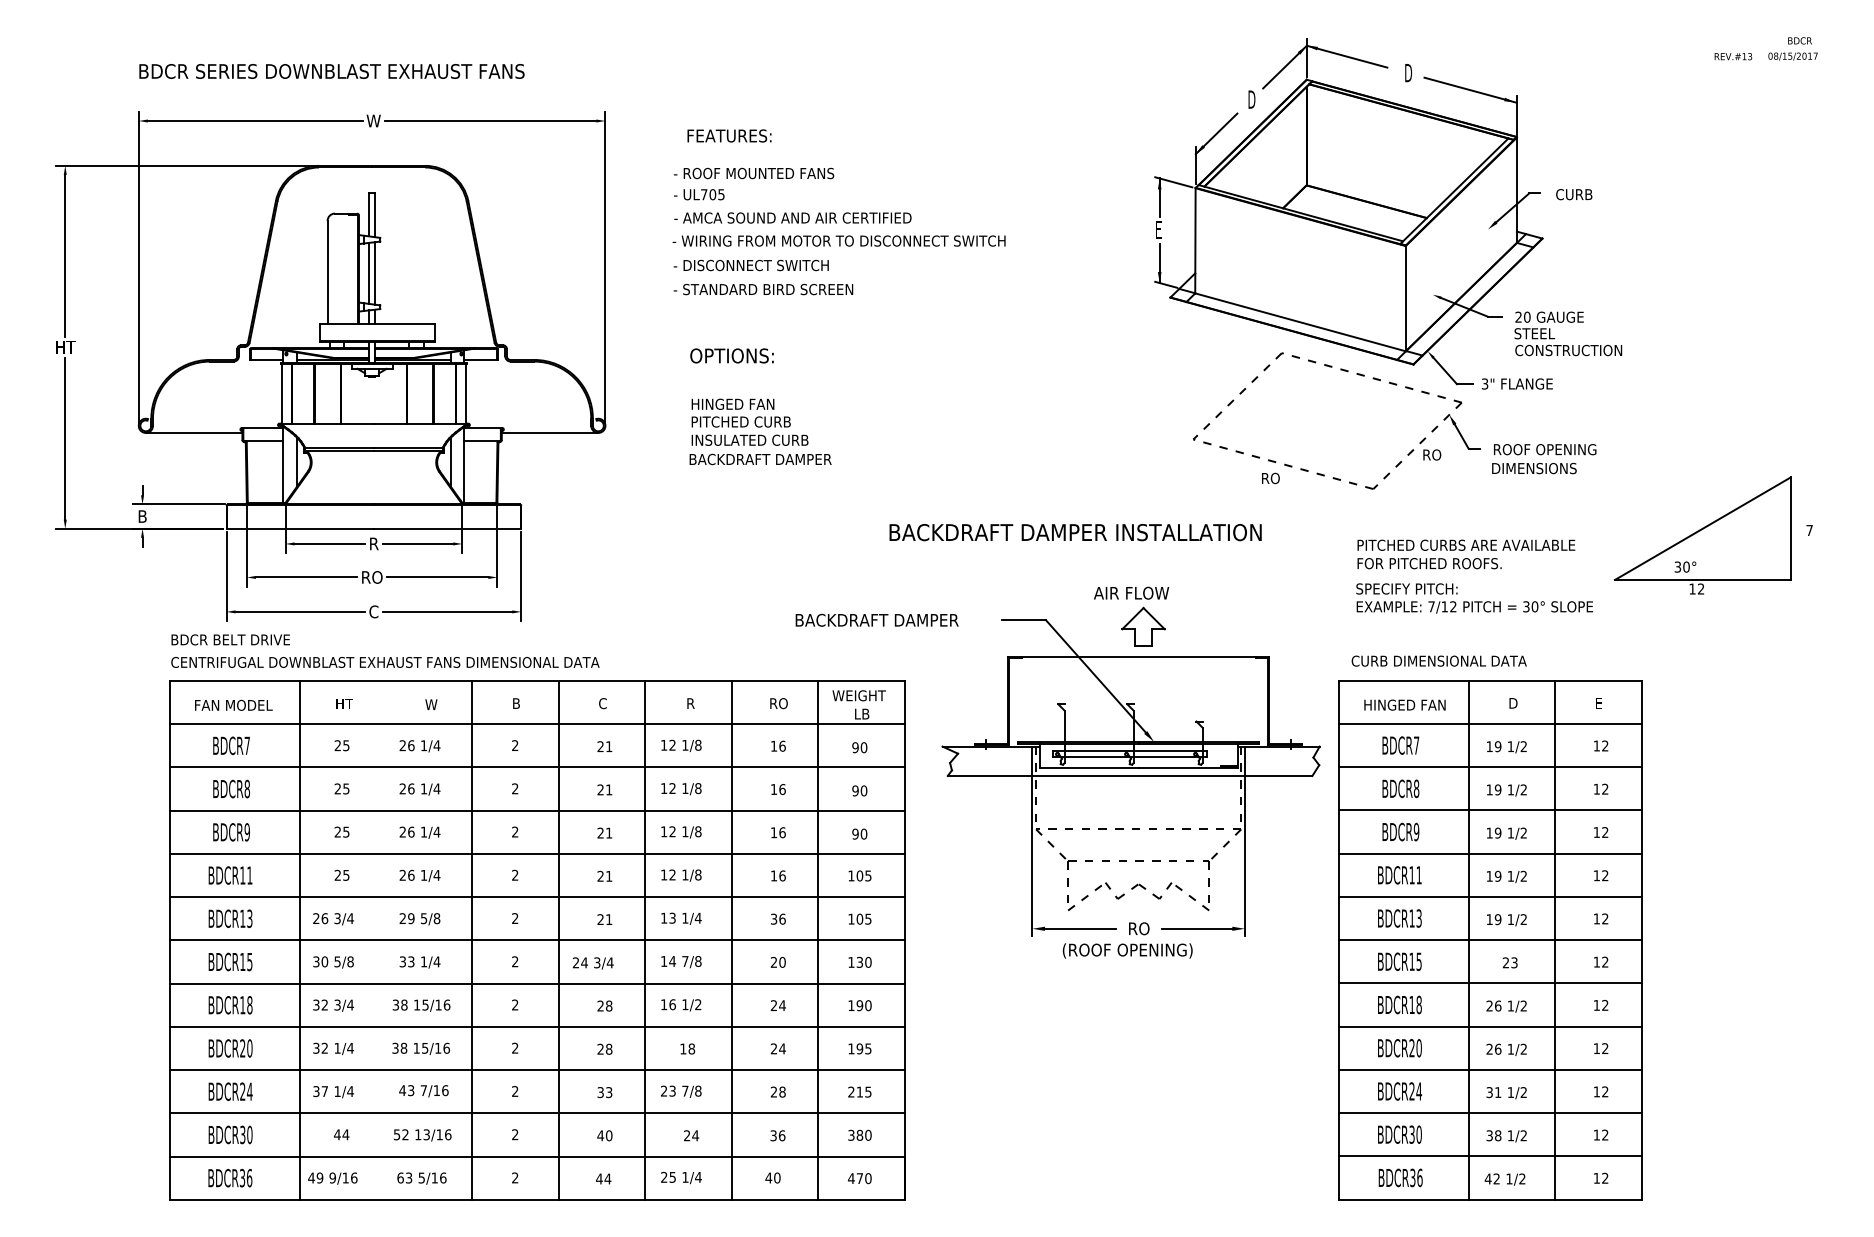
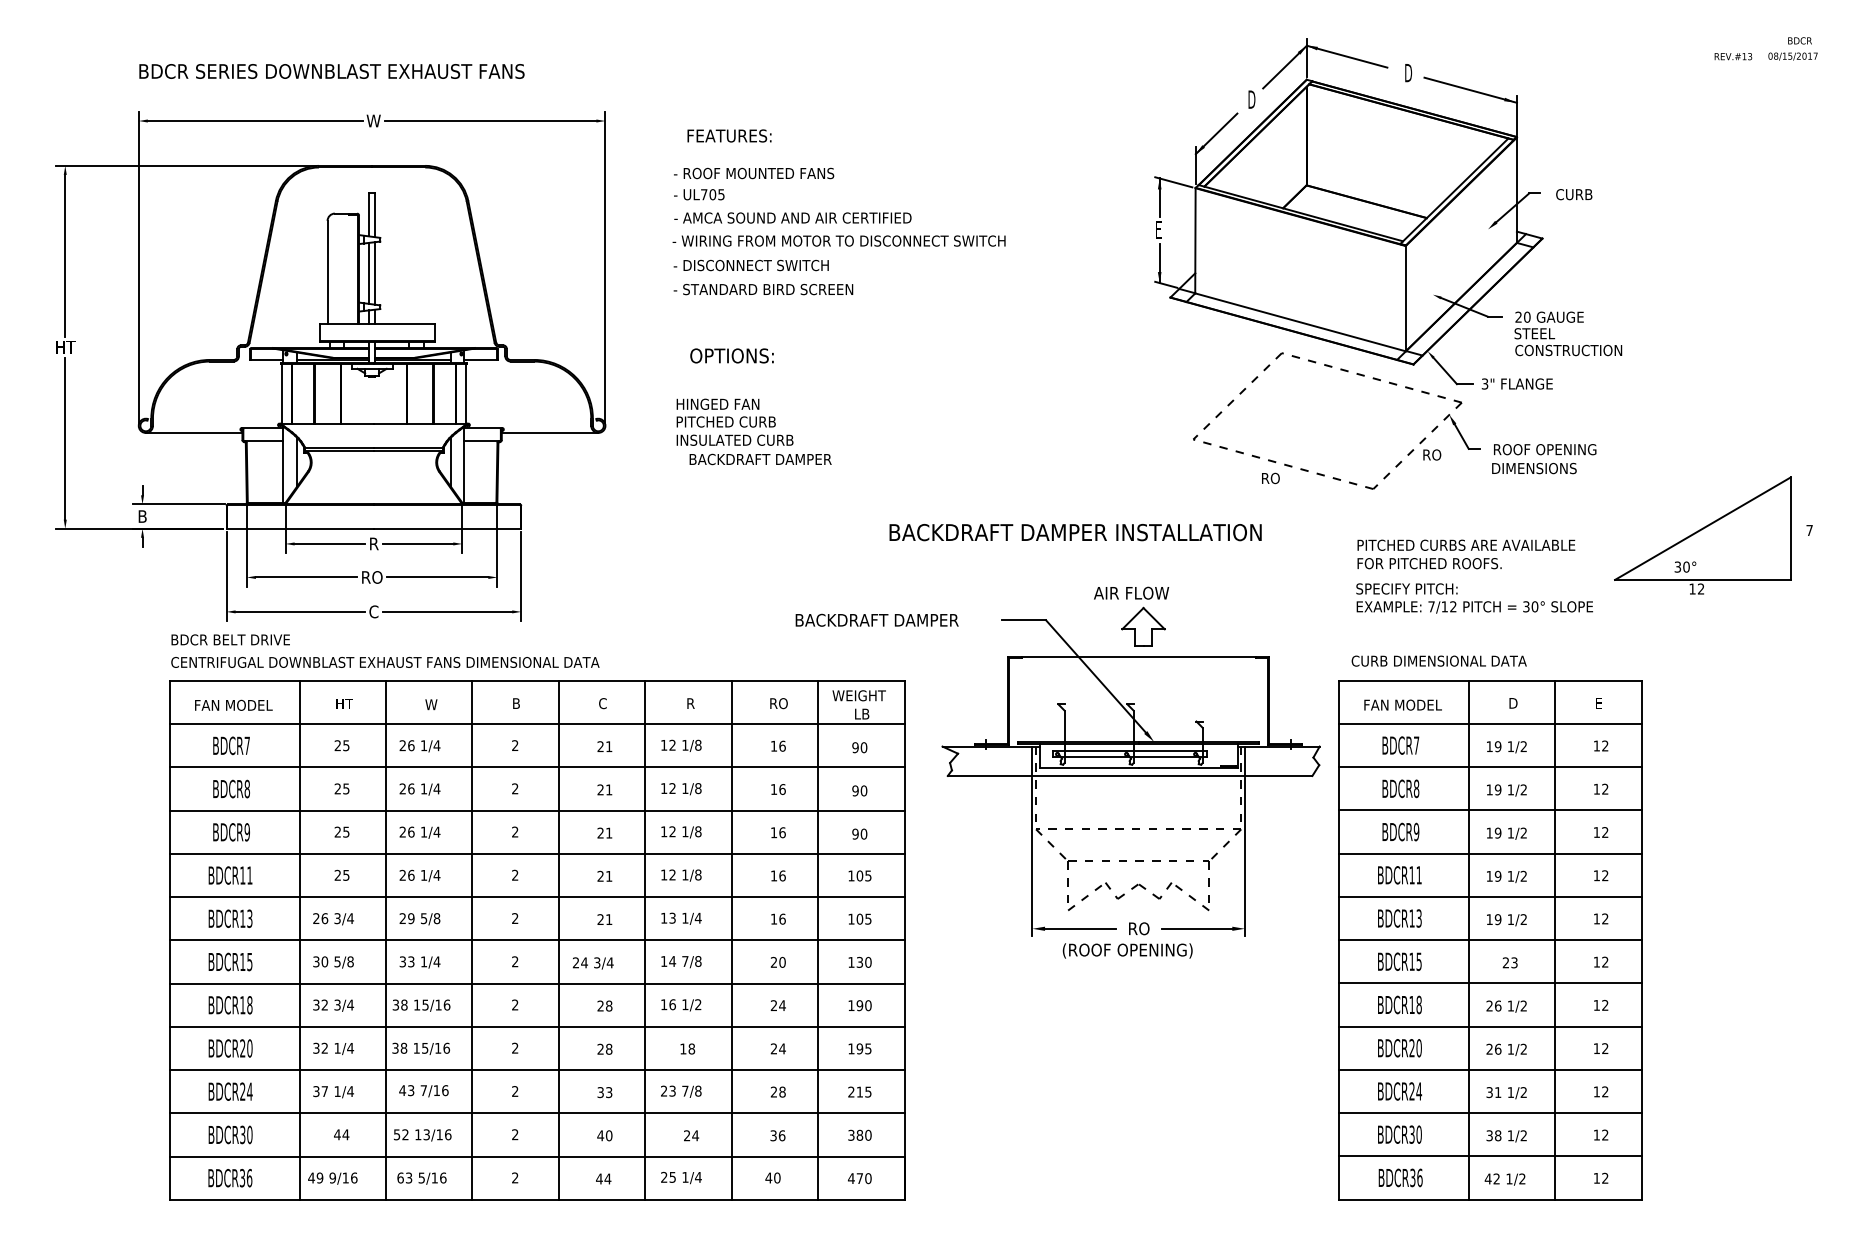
text at (749, 421) position: (749, 421) -> (734, 421)
text at (1405, 704): HINGED FAN -> FAN MODEL
text at (773, 918): 36 -> 16
line at (385, 940): none -> present
